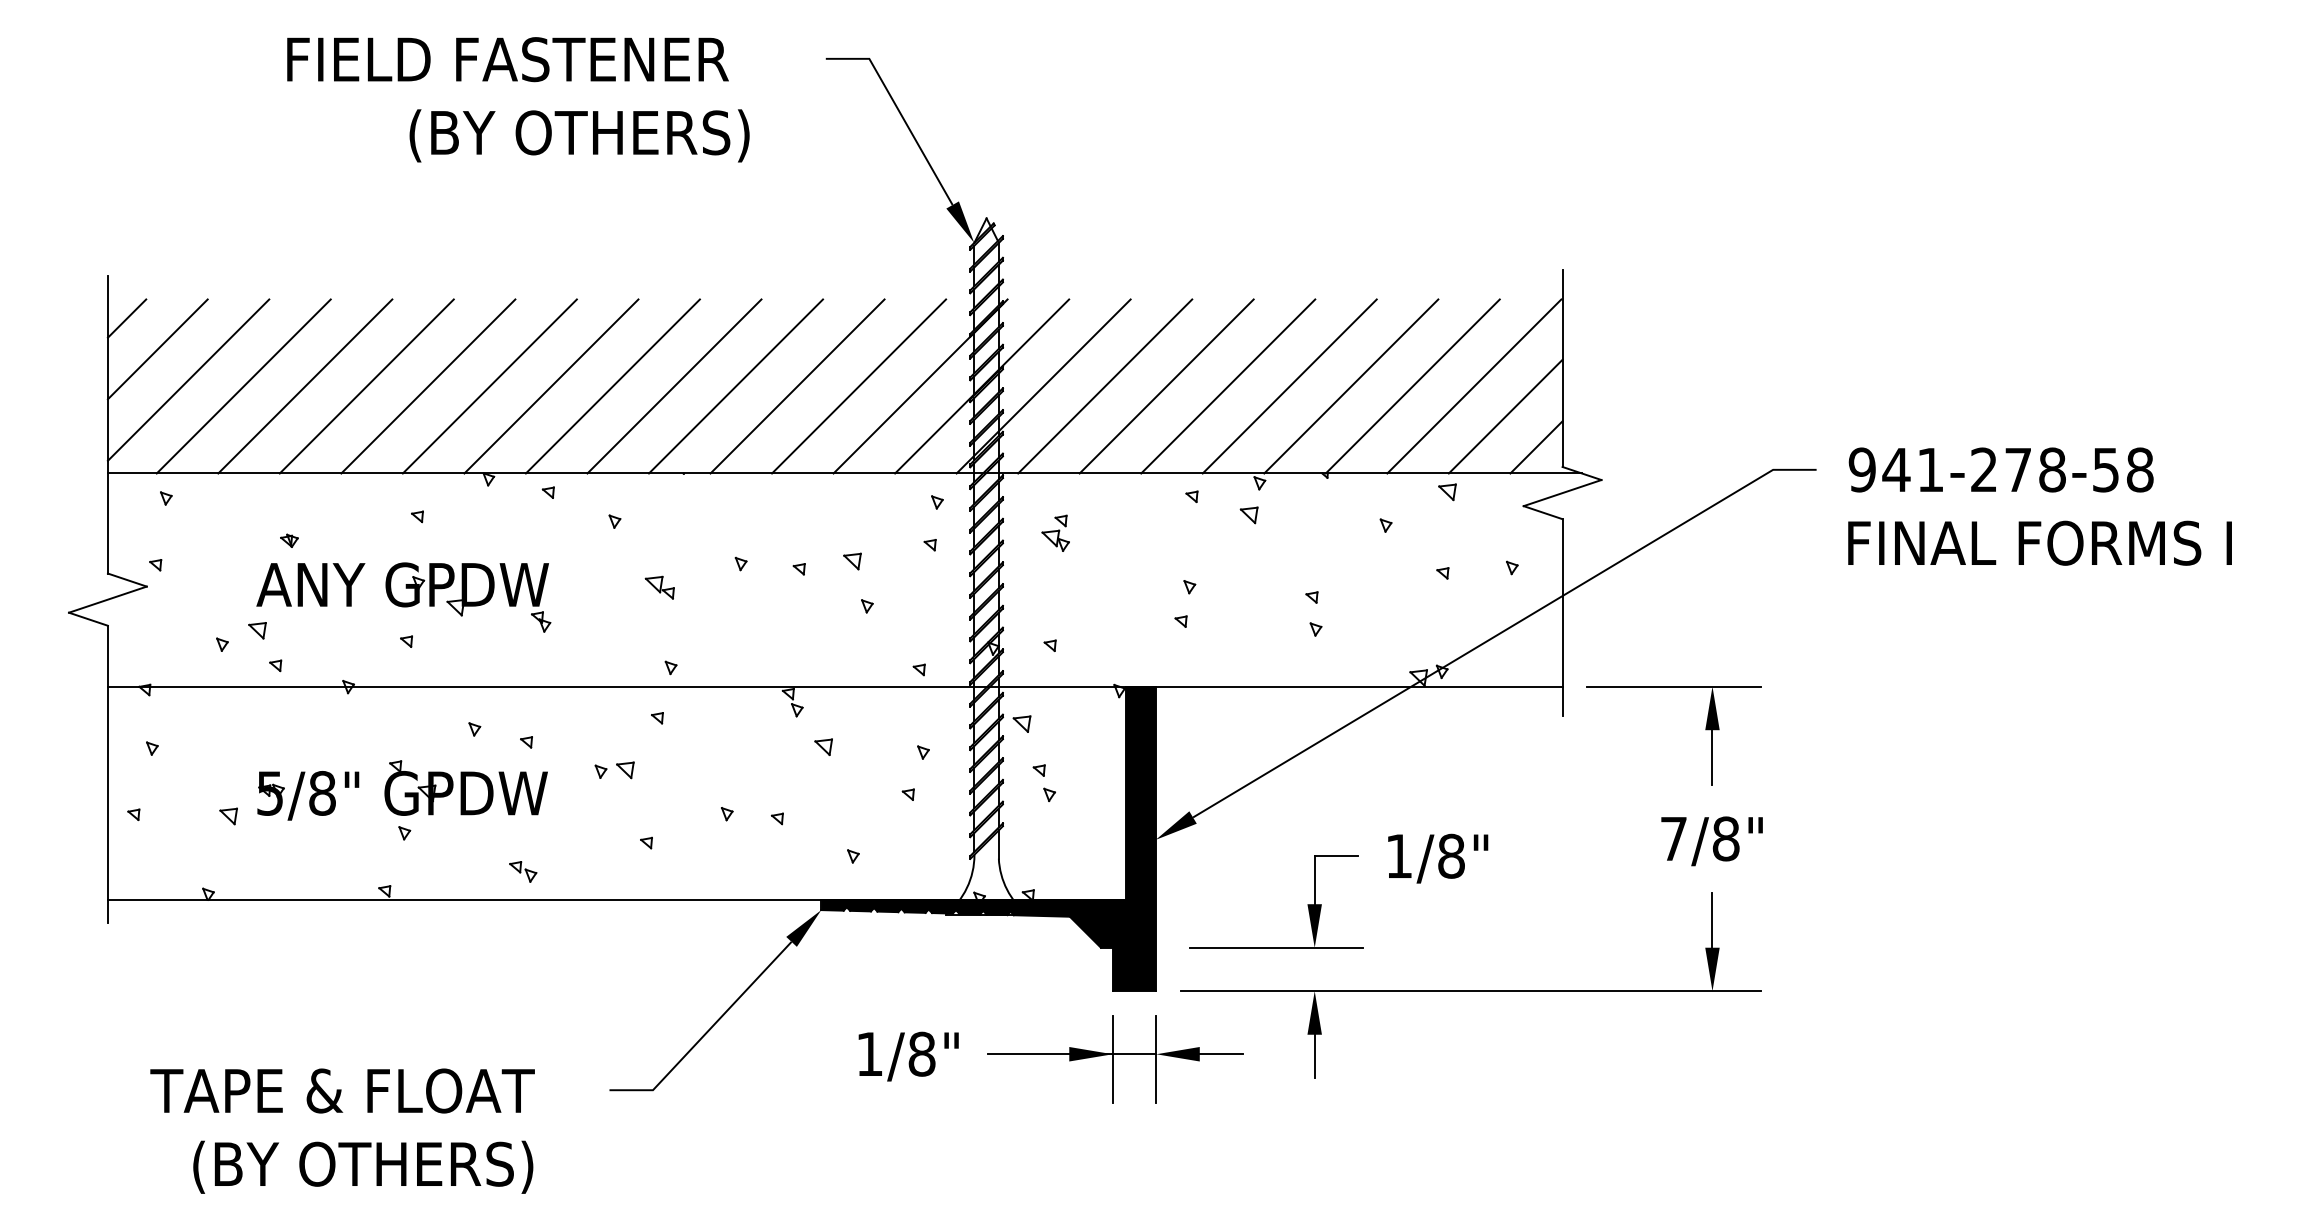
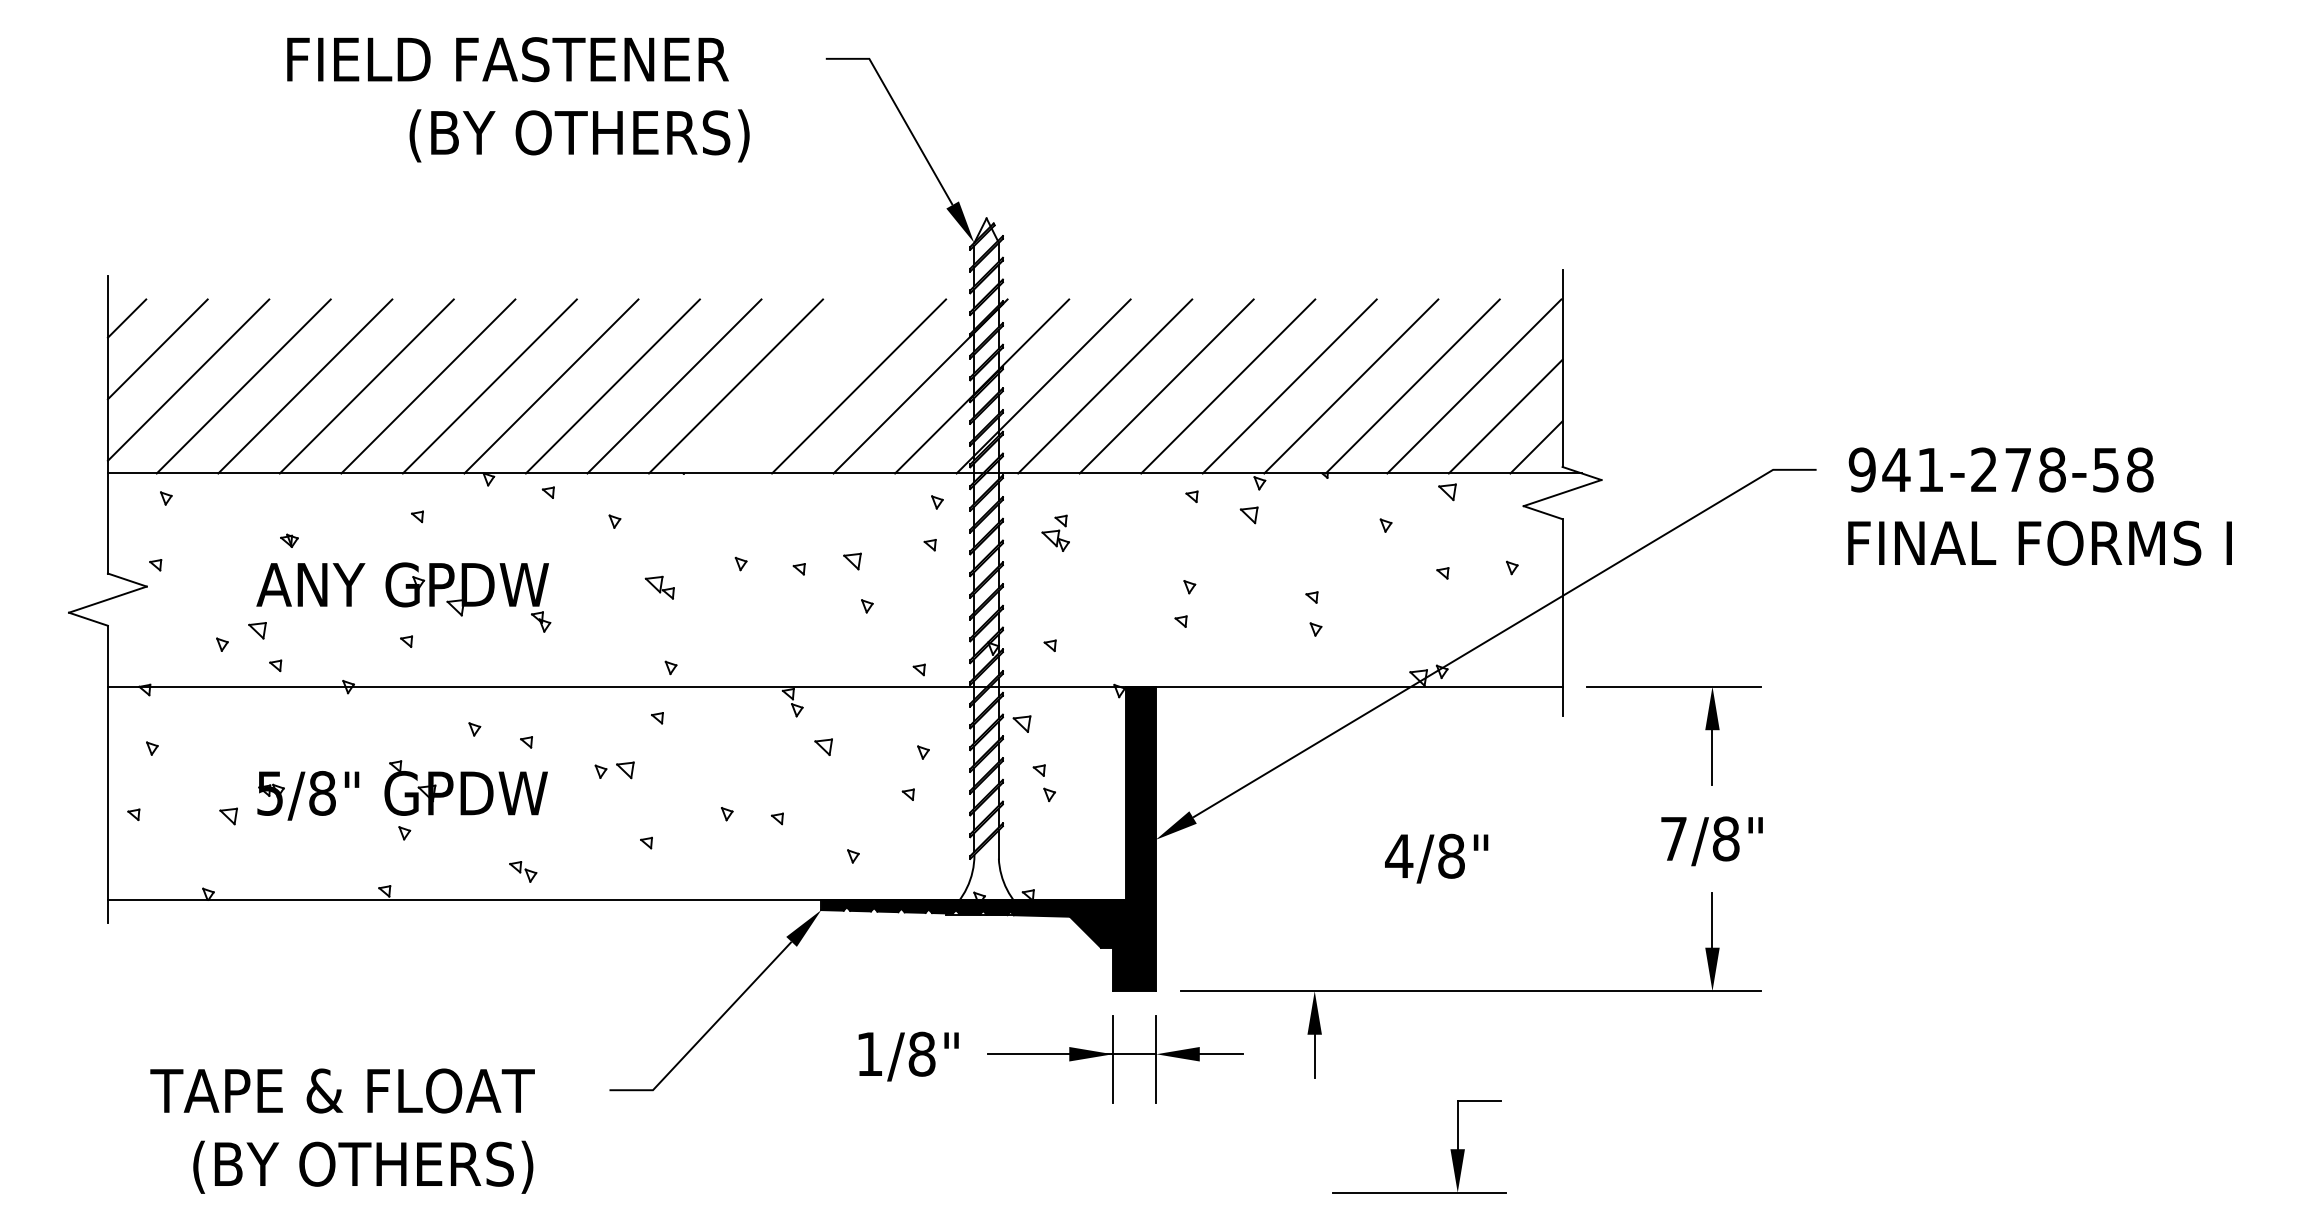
line at (797, 386): present -> none
text at (1399, 855): 1/8" -> 4/8"
part at (1307, 904) position: (1307, 904) -> (1450, 1149)
